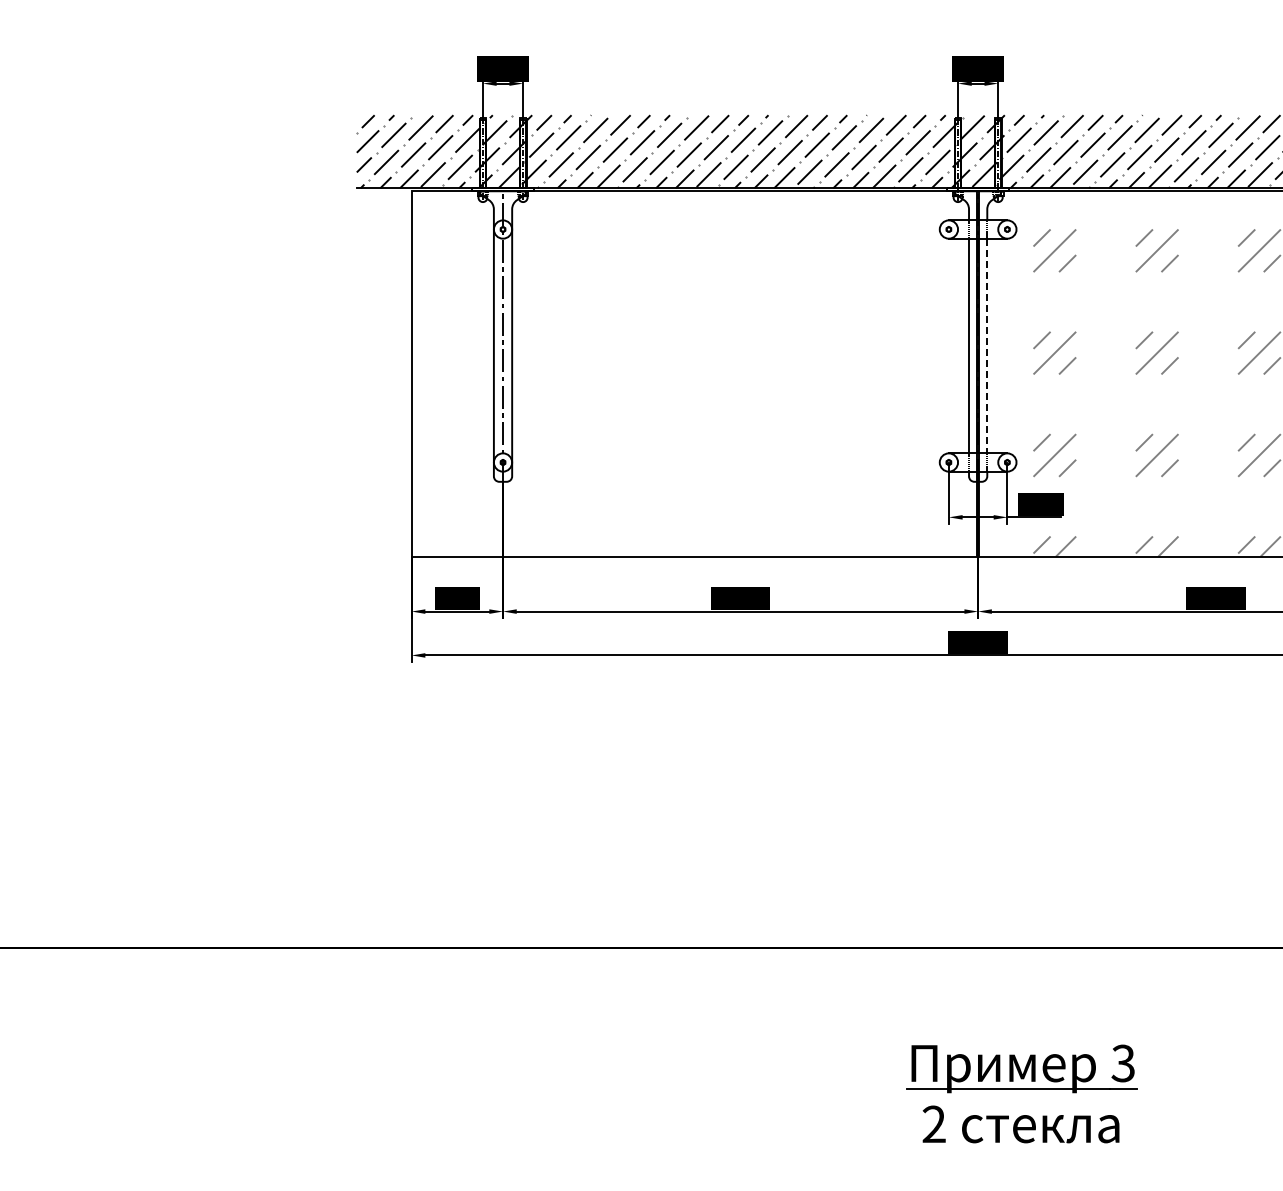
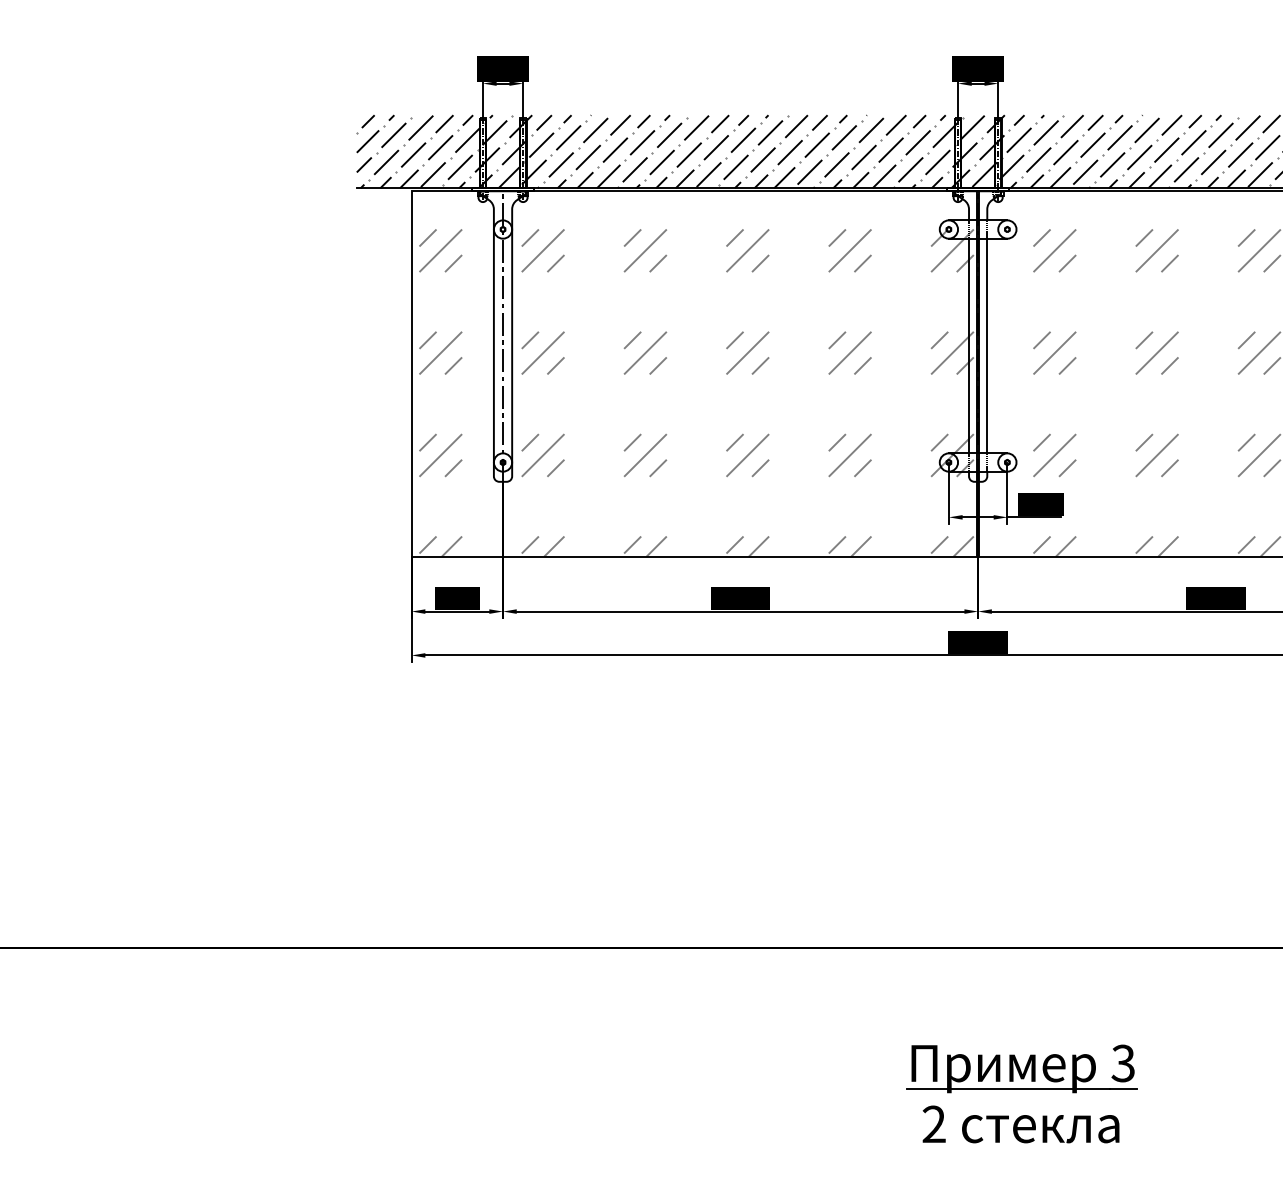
line at (987, 346): dashed -> solid
hatch at (696, 392): none -> present
